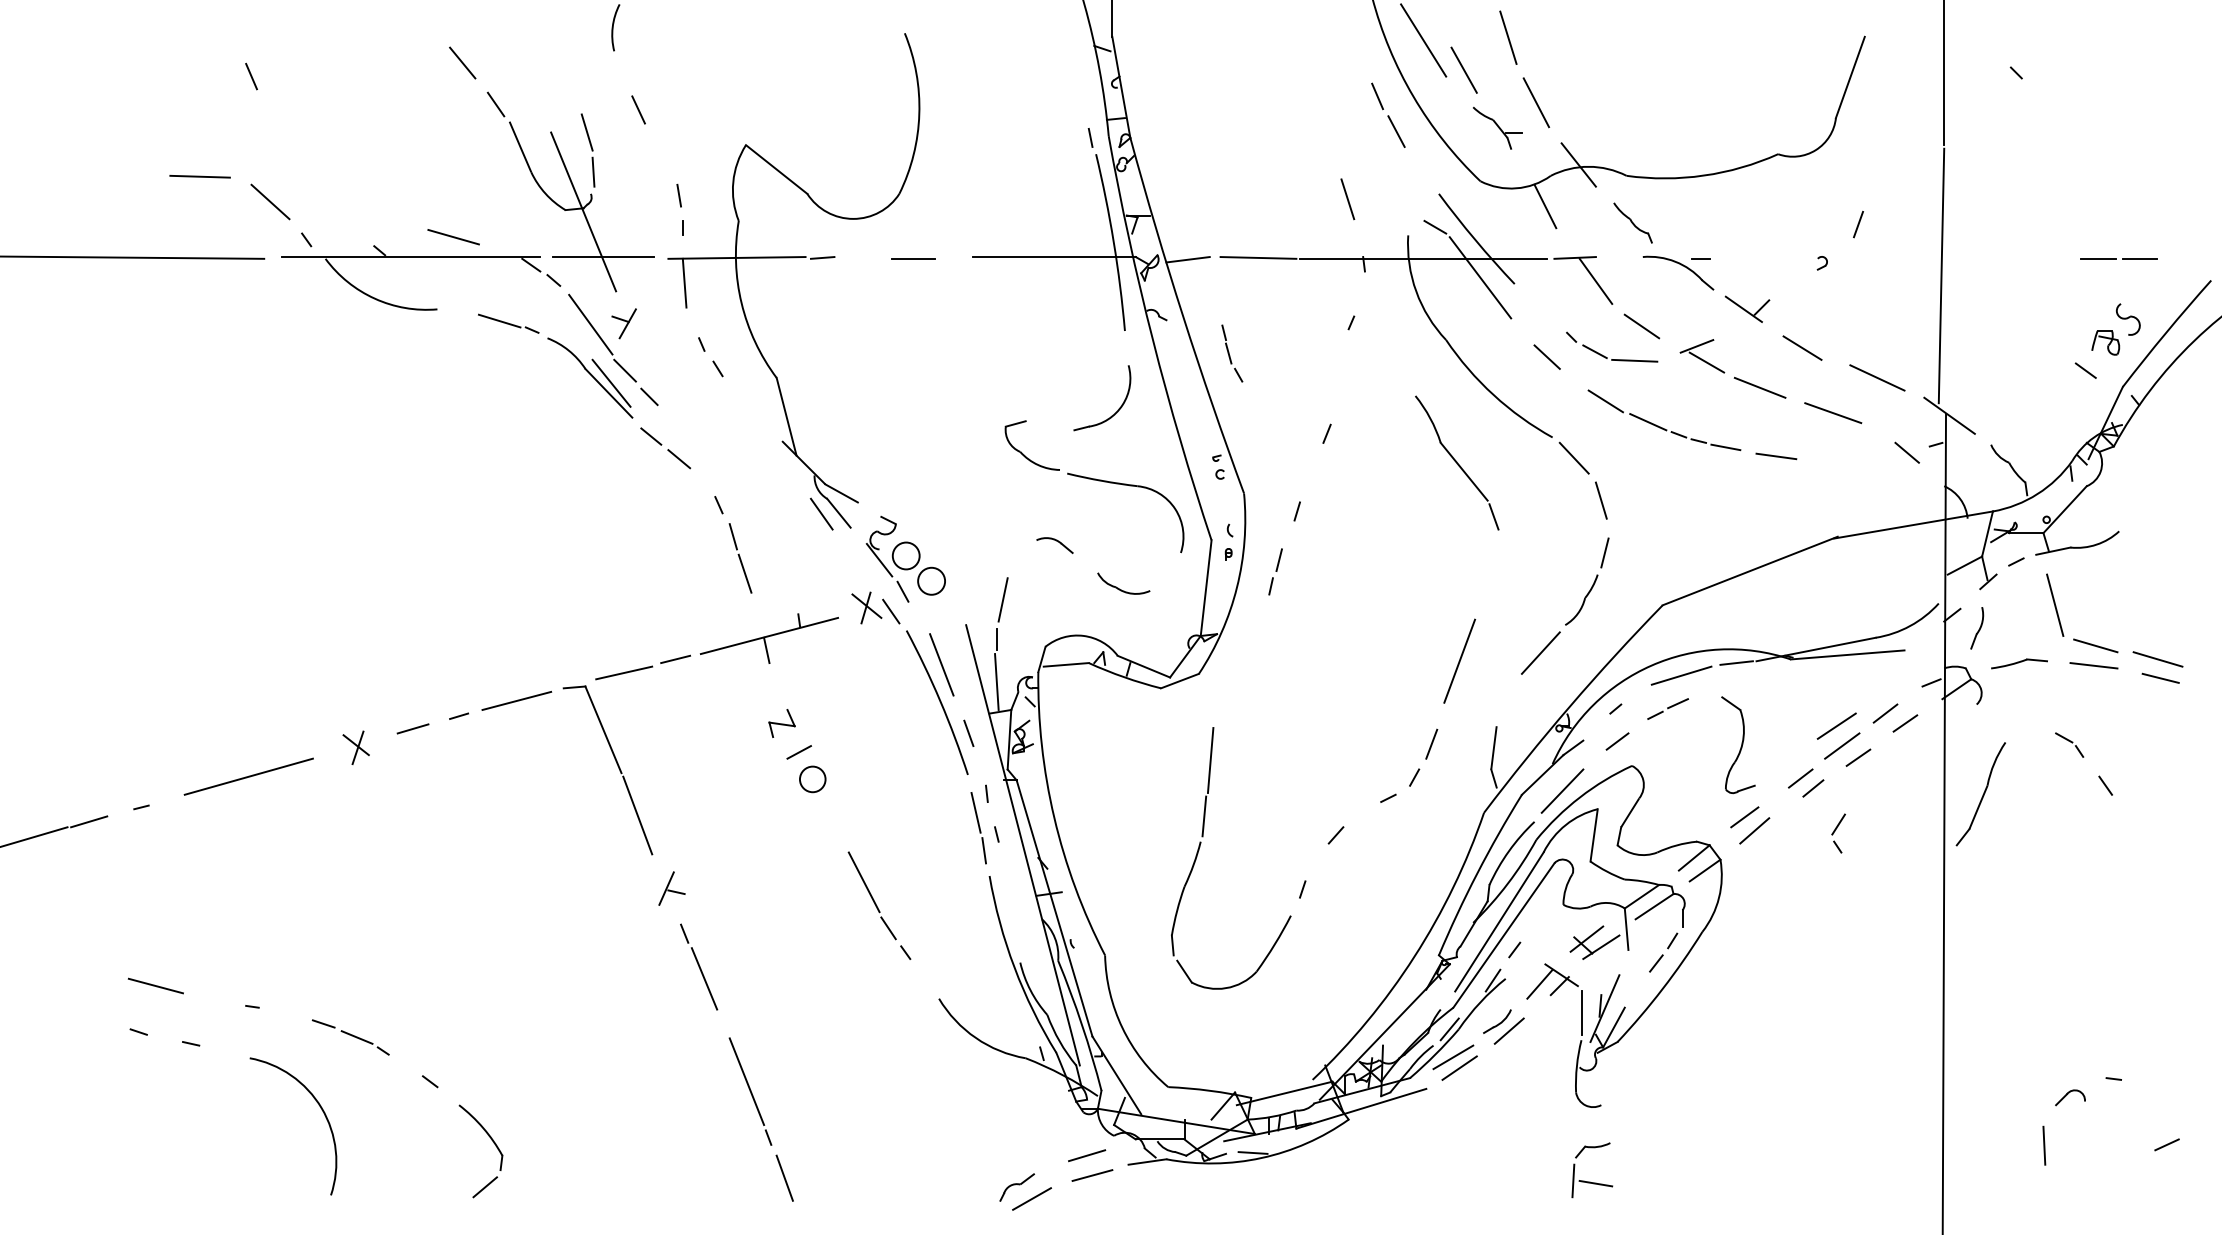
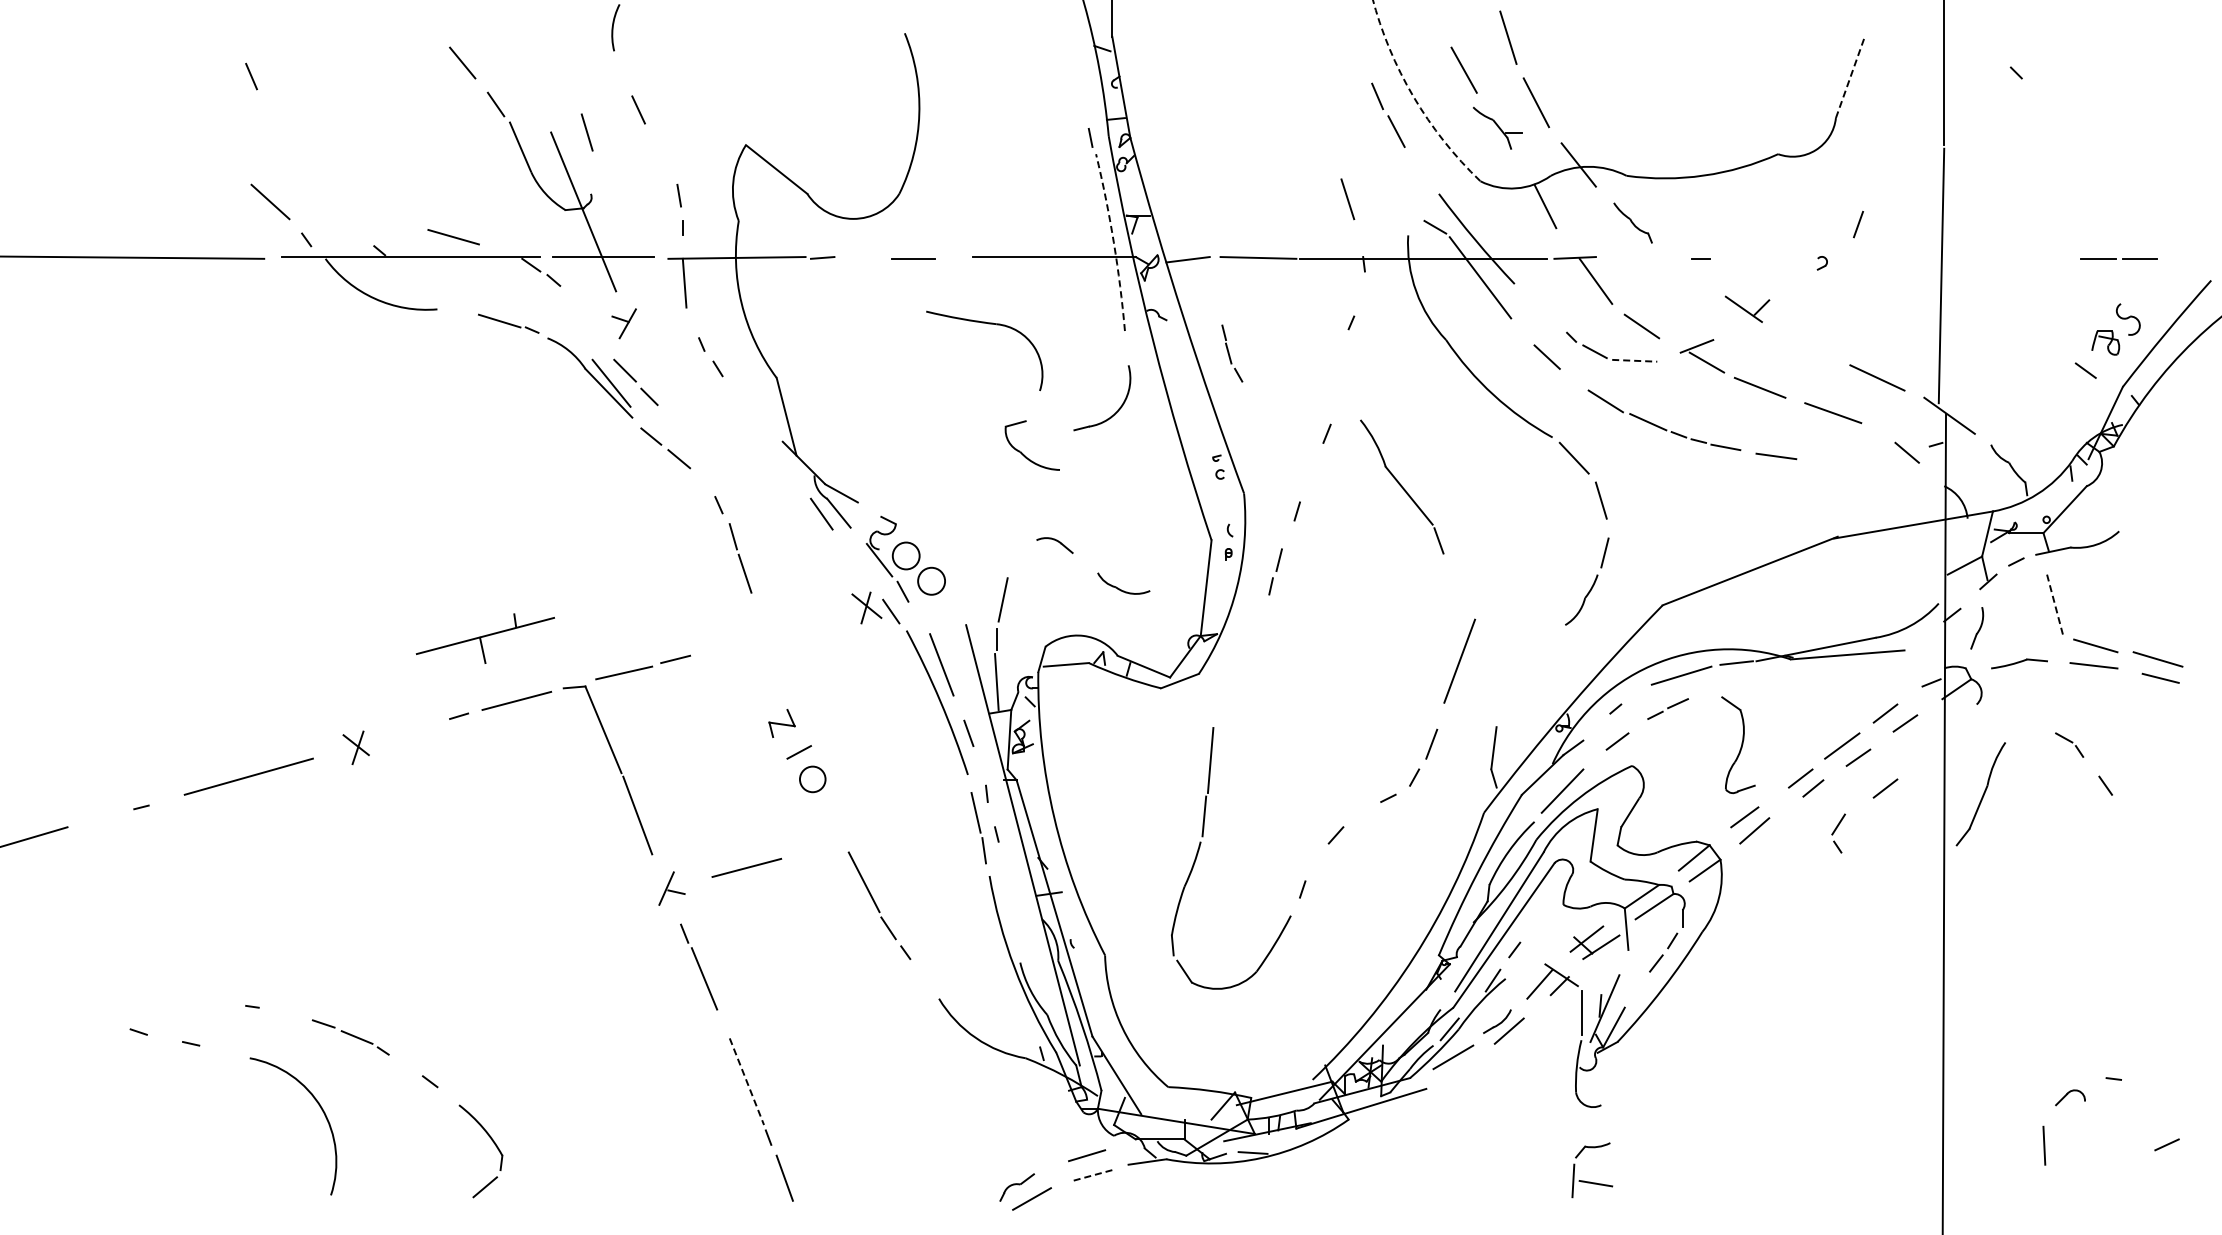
line at (1423, 40): present -> none
line at (1850, 77): solid -> dashed
arc at (1414, 97): solid -> dashed
line at (593, 171): present -> none
line at (199, 176): present -> none
arc at (1113, 242): solid -> dashed
part at (1682, 266): present -> none
line at (590, 324): present -> none
line at (1802, 347): present -> none
line at (1634, 360): solid -> dashed
part at (1457, 462) position: (1457, 462) -> (1402, 486)
part at (1129, 486) position: (1129, 486) -> (988, 324)
line at (2055, 605): solid -> dashed
part at (768, 638) position: (768, 638) -> (484, 638)
line at (1540, 652): present -> none
line at (1836, 725): present -> none
line at (412, 728): present -> none
line at (1885, 788): none -> present
line at (89, 821): present -> none
line at (746, 867): none -> present
line at (155, 985): present -> none
line at (1459, 1067): present -> none
line at (746, 1081): solid -> dashed
line at (1092, 1175): solid -> dashed
